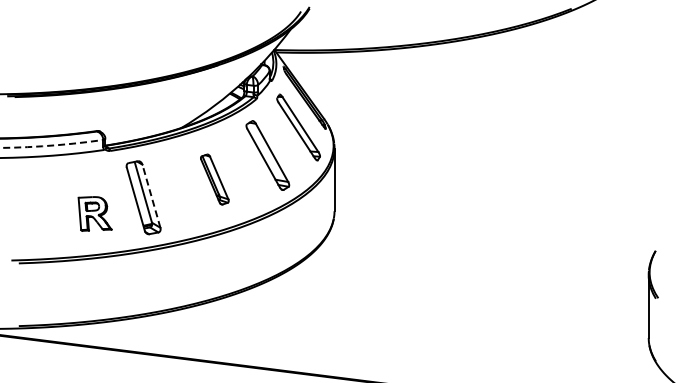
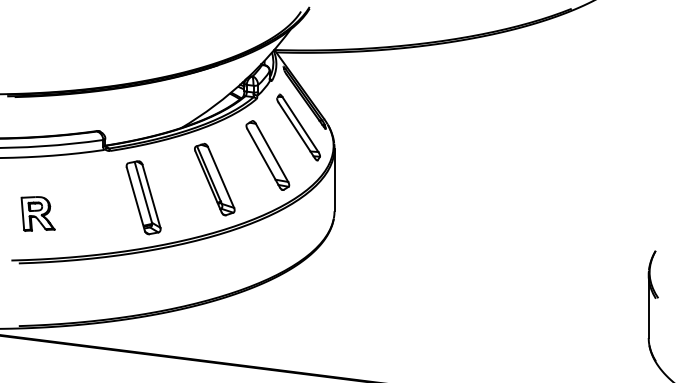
arc at (51, 145): dashed -> solid
part at (214, 179) size: 30x53 px -> 42x75 px
line at (151, 196): dashed -> solid
part at (94, 213) position: (94, 213) -> (37, 213)
